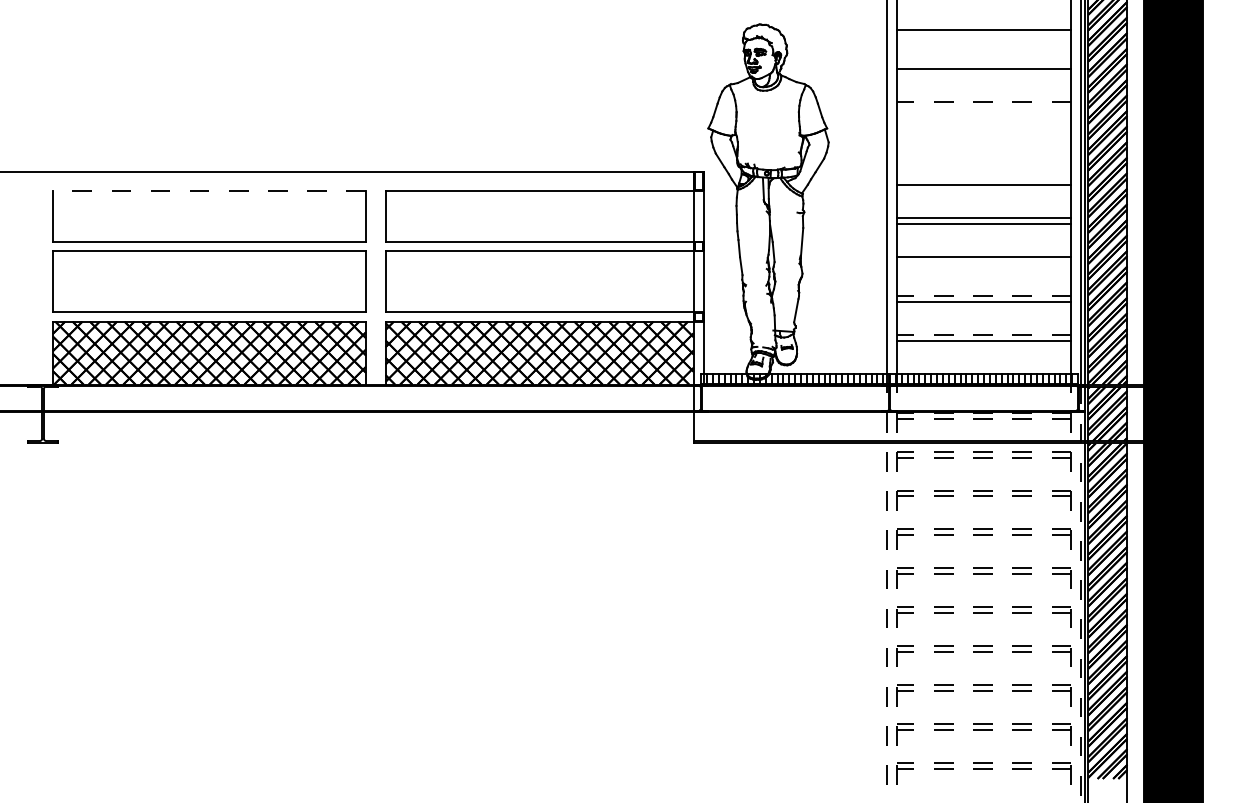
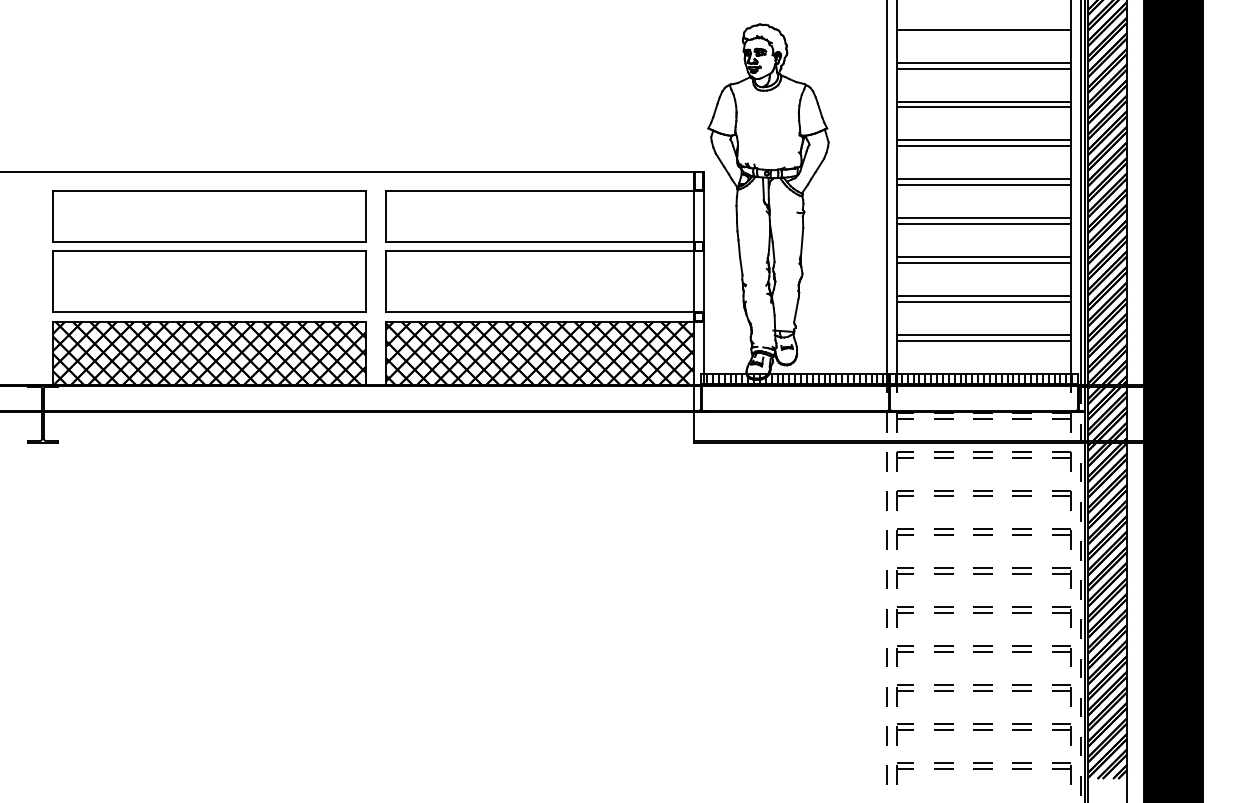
line at (983, 62): none -> present
line at (983, 101): dashed -> solid
line at (983, 107): none -> present
line at (983, 140): none -> present
line at (983, 146): none -> present
line at (983, 179): none -> present
line at (209, 191): dashed -> solid
line at (983, 263): none -> present
line at (983, 296): dashed -> solid
line at (983, 334): dashed -> solid
